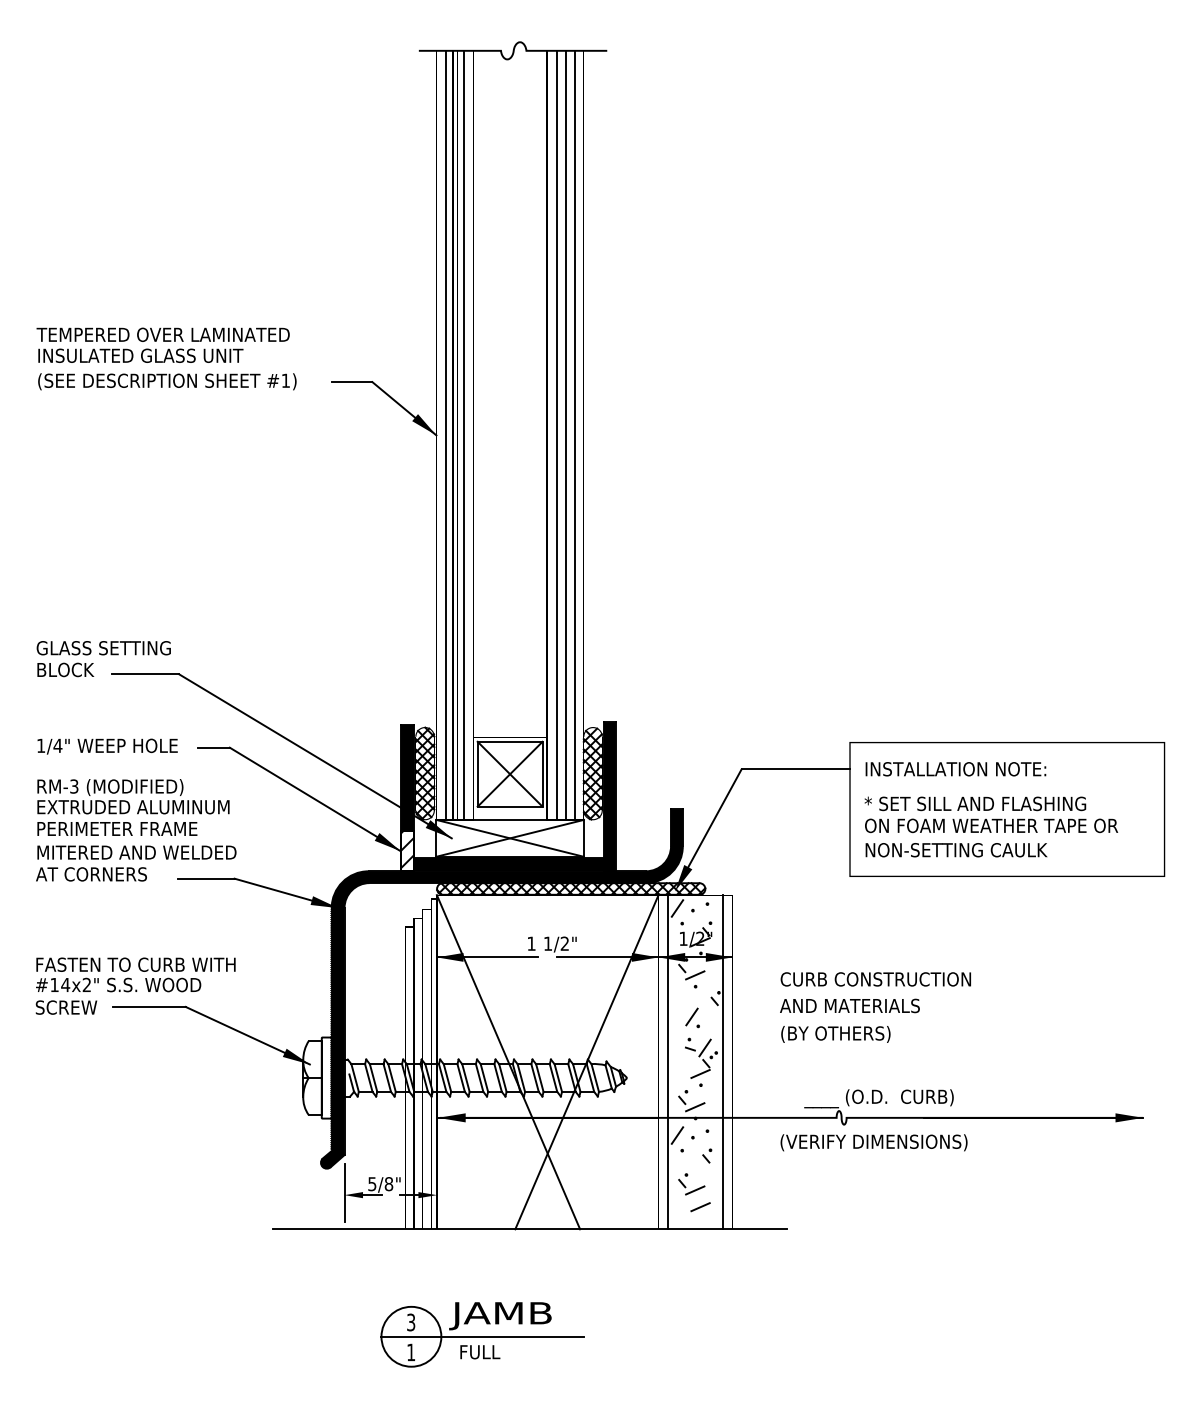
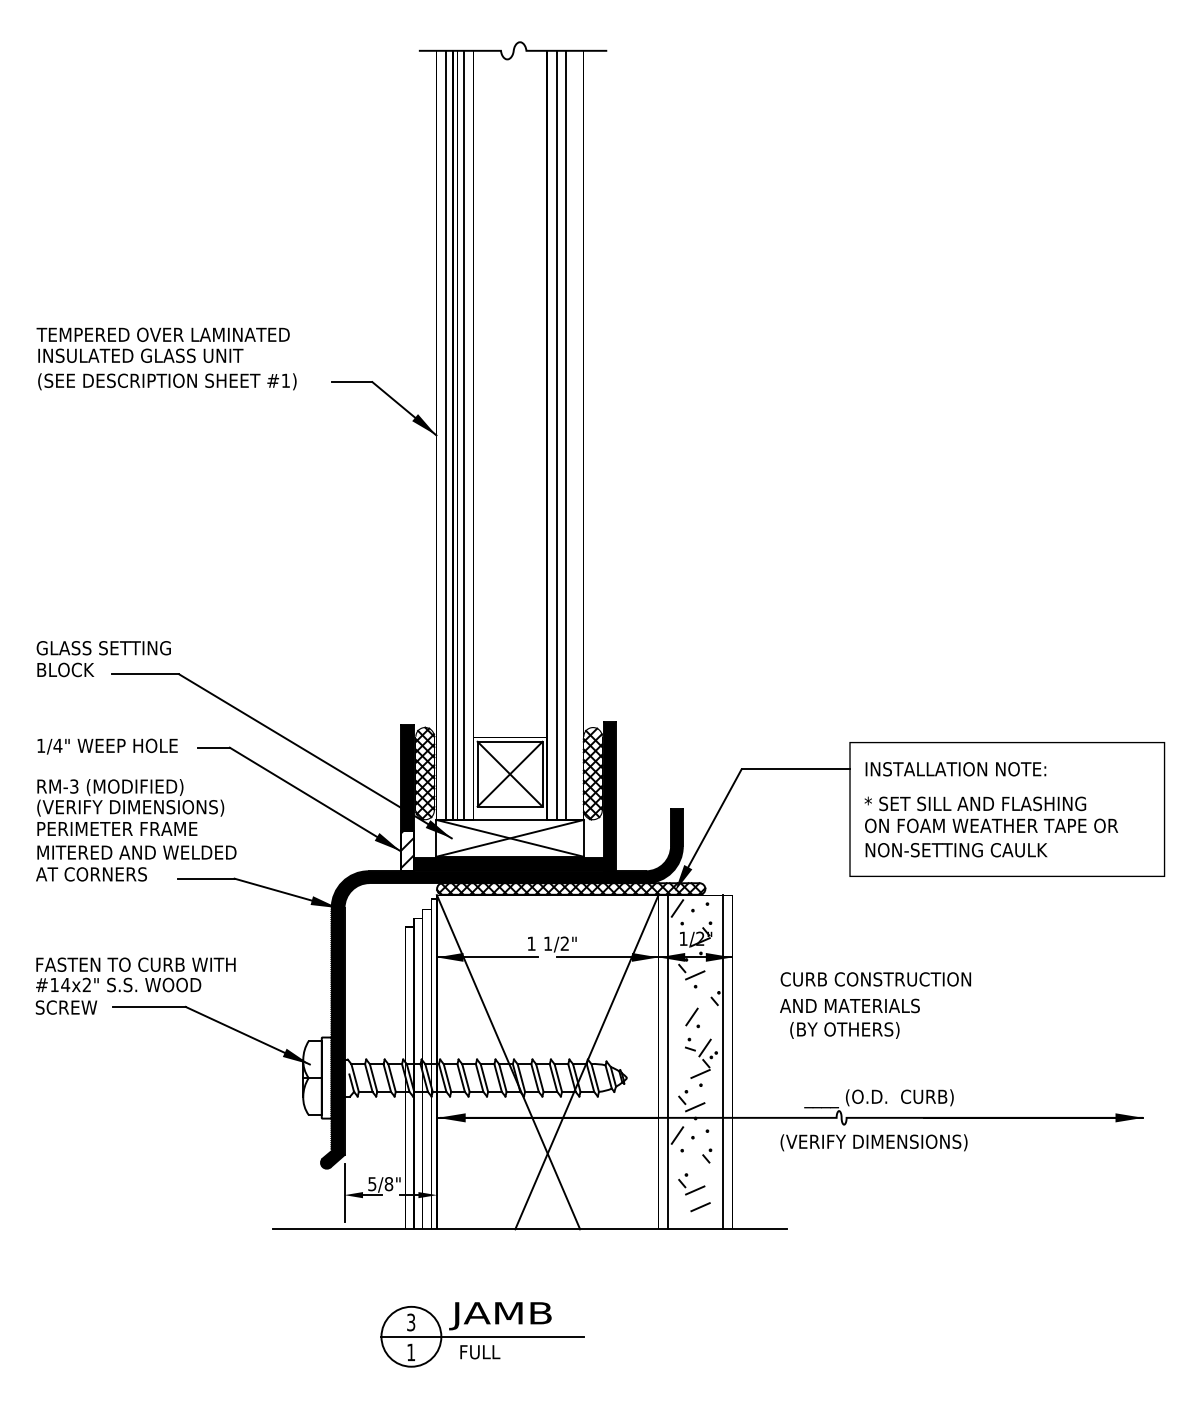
line at (574, 434): present -> none
text at (133, 807): EXTRUDED ALUMINUM -> (VERIFY DIMENSIONS)
text at (835, 1034) position: (835, 1034) -> (844, 1030)
